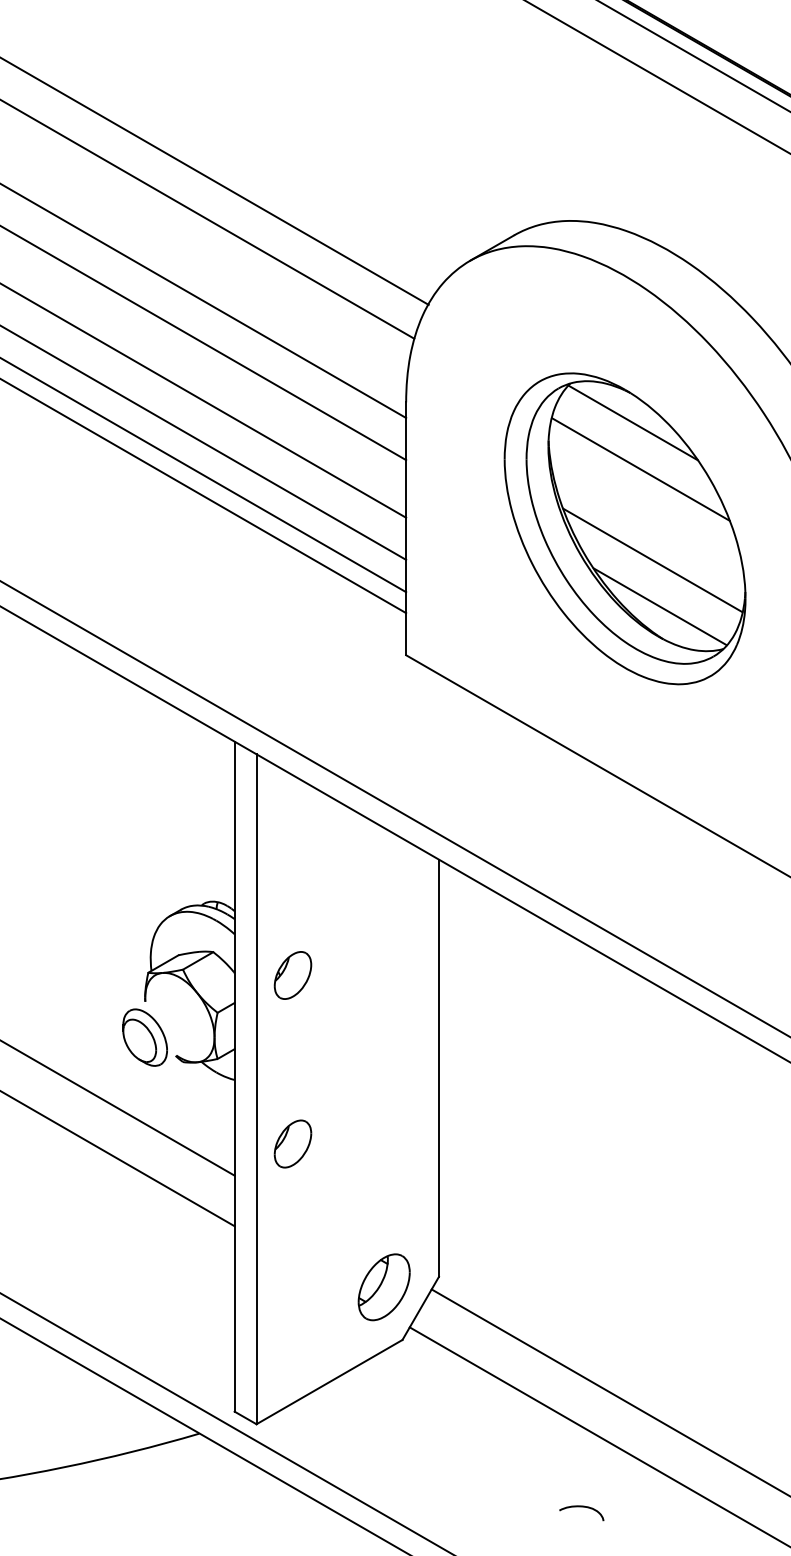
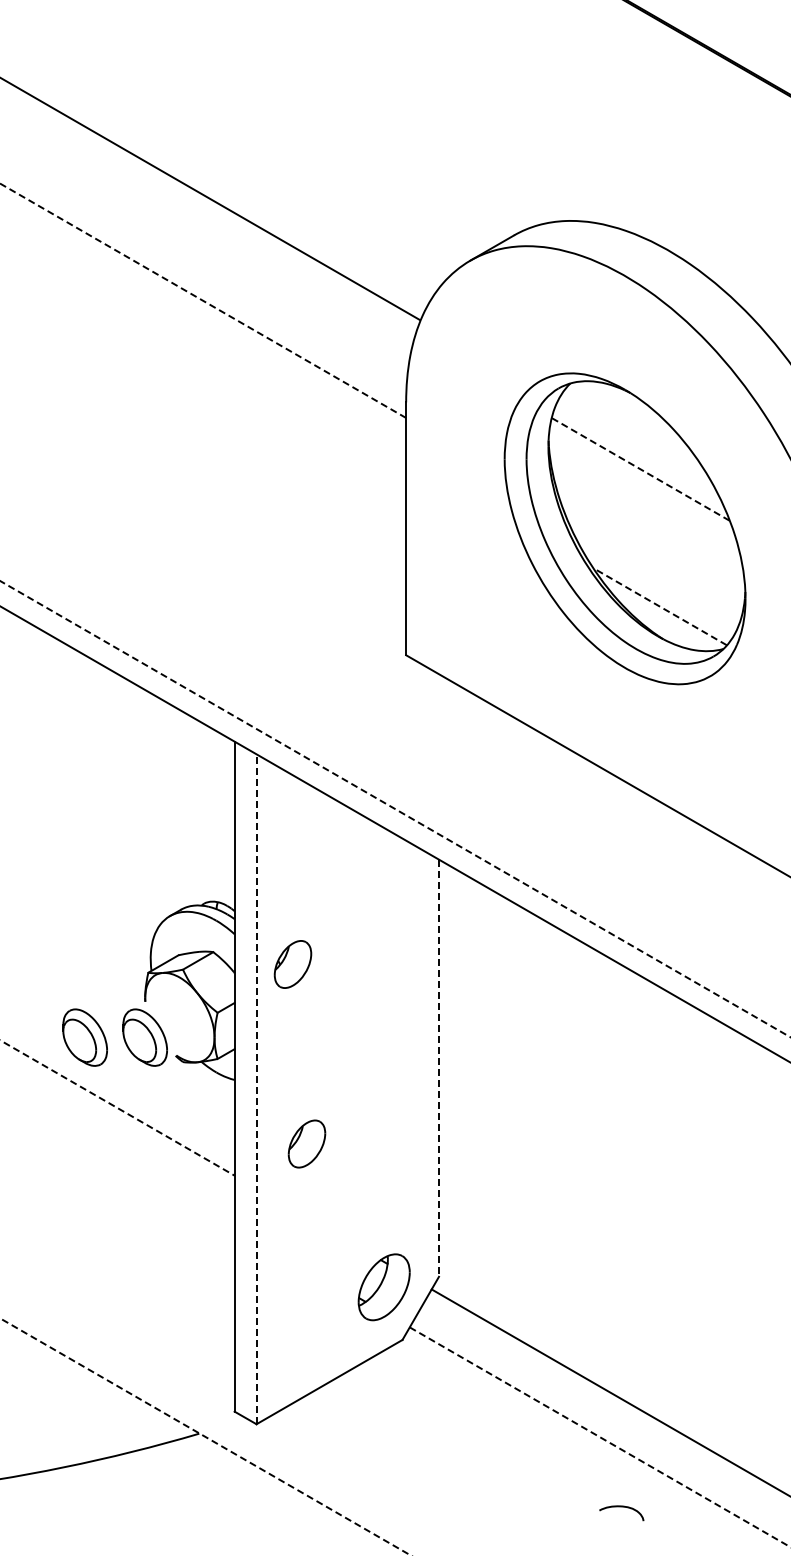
line at (693, 56): present -> none
line at (657, 76): present -> none
line at (215, 181) position: (215, 181) -> (210, 198)
line at (208, 219): present -> none
line at (202, 300): solid -> dashed
line at (204, 343): present -> none
line at (204, 400): present -> none
line at (632, 422): present -> none
line at (204, 442): present -> none
line at (640, 469): solid -> dashed
line at (204, 475): present -> none
line at (204, 496): present -> none
line at (652, 560): present -> none
line at (660, 606): solid -> dashed
line at (395, 809): solid -> dashed
part at (292, 975) position: (292, 975) -> (292, 964)
part at (84, 1037): none -> present
line at (438, 1068): solid -> dashed
line at (256, 1089): solid -> dashed
line at (117, 1108): solid -> dashed
part at (292, 1143) position: (292, 1143) -> (306, 1143)
line at (118, 1159): present -> none
line at (225, 1423): present -> none
line at (205, 1437): solid -> dashed
line at (600, 1437): solid -> dashed
curve at (581, 1507) position: (581, 1507) -> (621, 1507)
